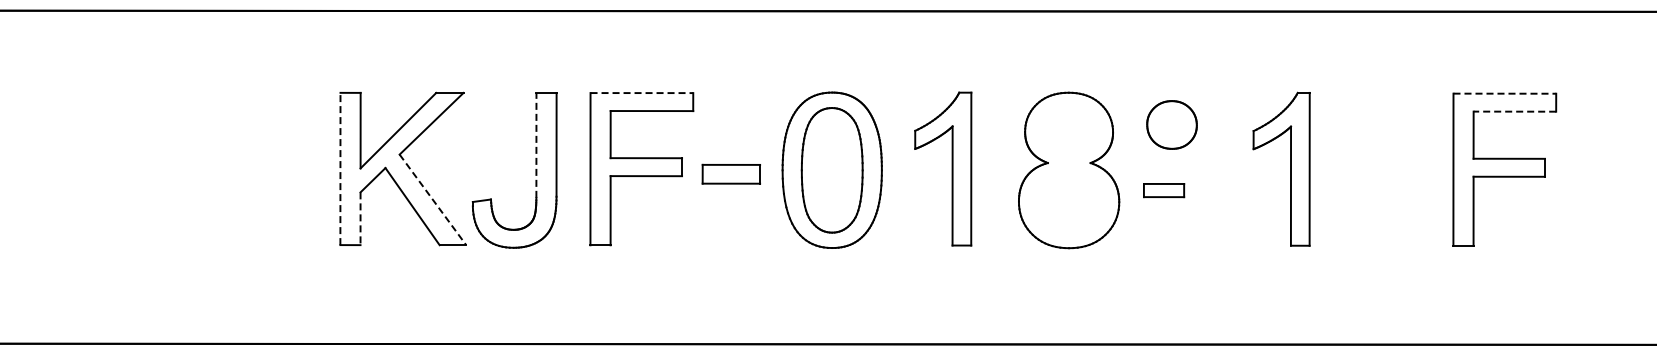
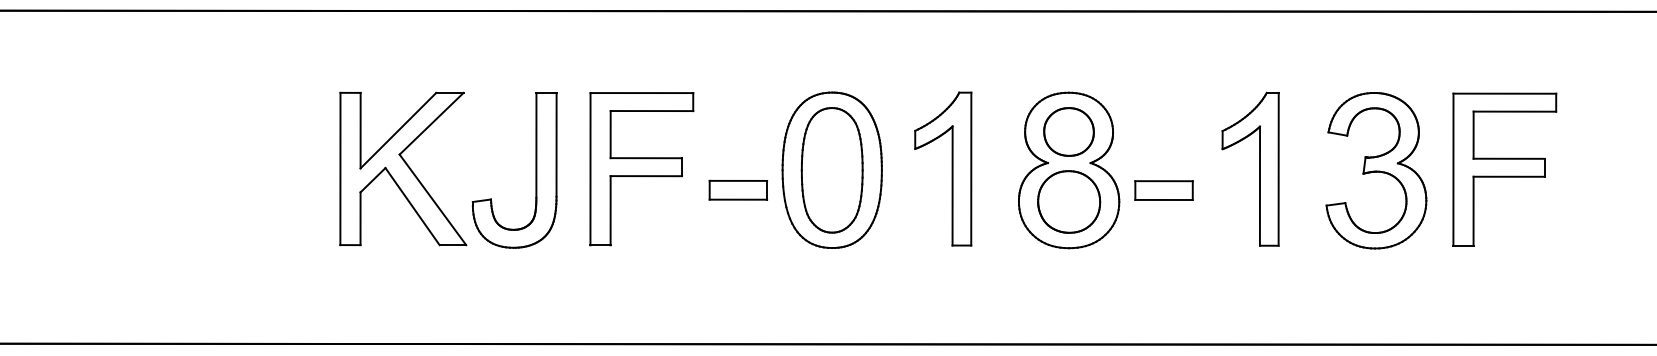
line at (642, 93): dashed -> solid
line at (1505, 93): dashed -> solid
line at (1514, 111): dashed -> solid
part at (1171, 124) position: (1171, 124) -> (1068, 131)
line at (536, 144): dashed -> solid
line at (340, 168): dashed -> solid
part at (1290, 168) position: (1290, 168) -> (1259, 168)
part at (1376, 170): none -> present
part at (730, 173) position: (730, 173) -> (737, 189)
part at (1164, 190) size: 43x16 px -> 60x21 px
line at (433, 200): dashed -> solid
part at (1069, 201): none -> present
line at (360, 219): dashed -> solid
